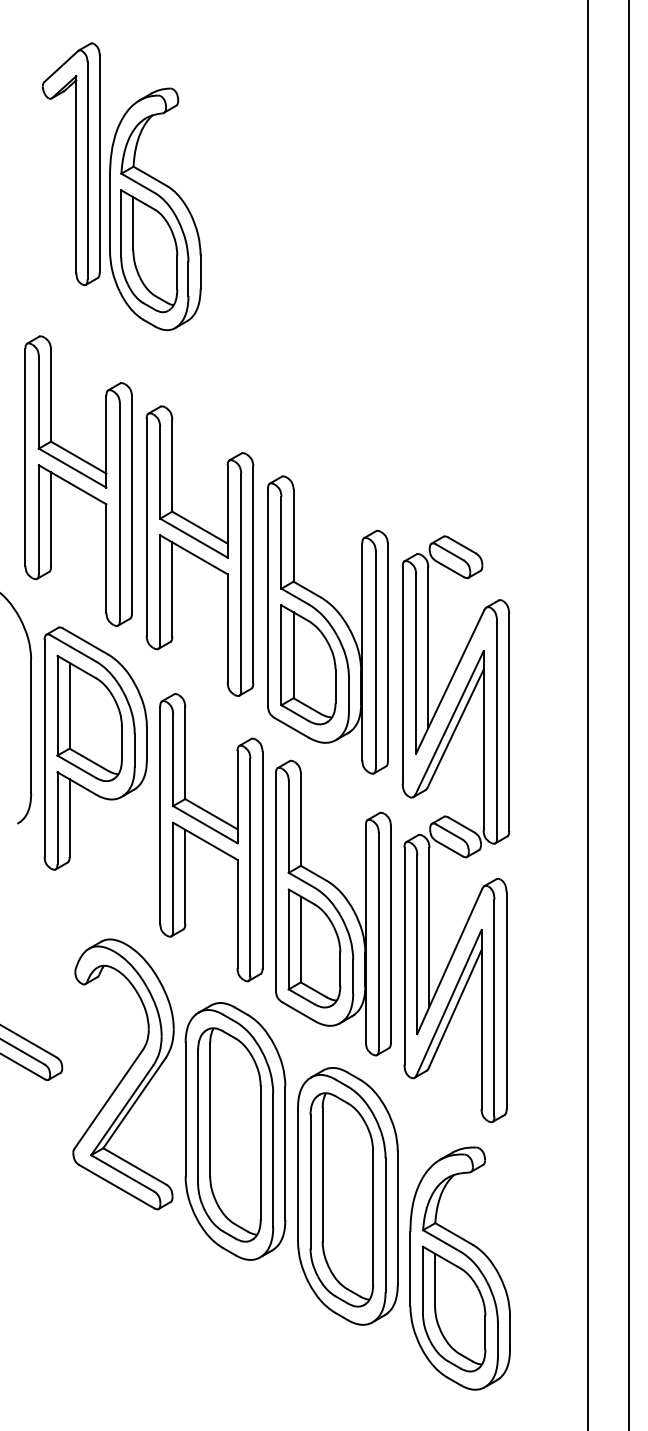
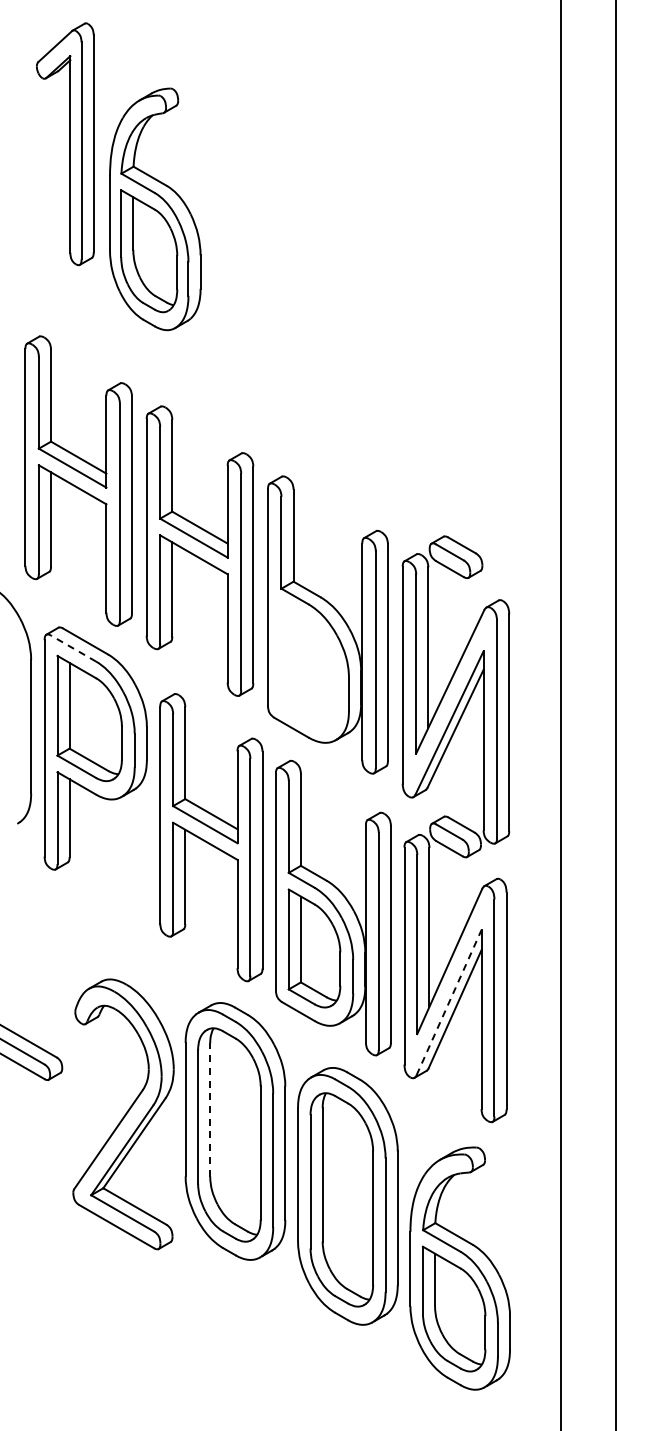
part at (71, 164) position: (71, 164) -> (65, 144)
line at (73, 648): solid -> dashed
part at (308, 664): present -> none
line at (588, 714) position: (588, 714) -> (561, 714)
line at (628, 714) position: (628, 714) -> (615, 714)
line at (449, 1002): solid -> dashed
part at (123, 1074) position: (123, 1074) -> (123, 1114)
line at (210, 1109): solid -> dashed
